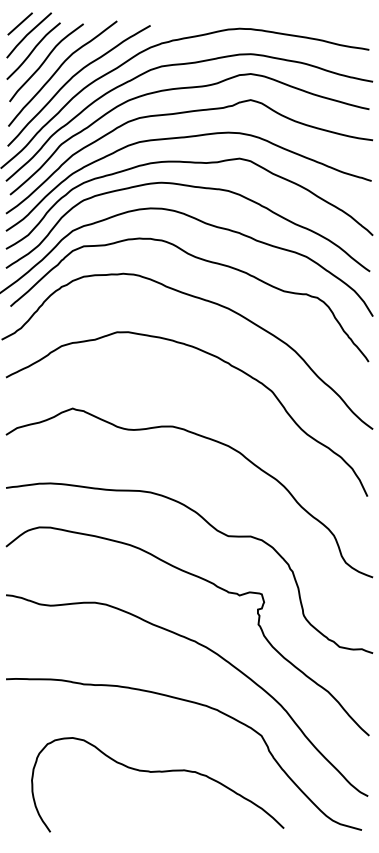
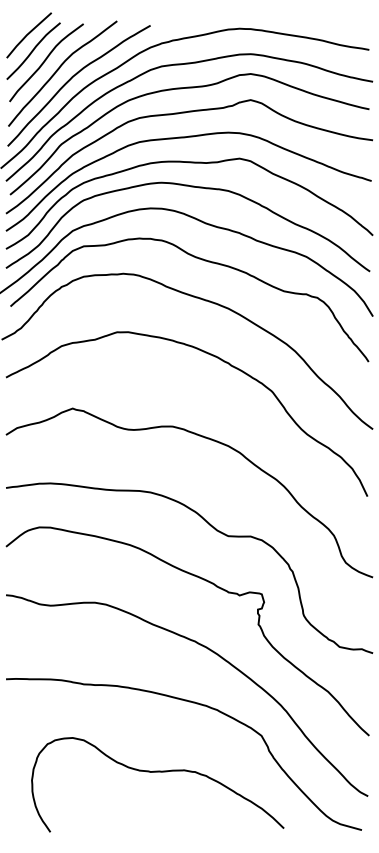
line at (19, 23): present -> none
